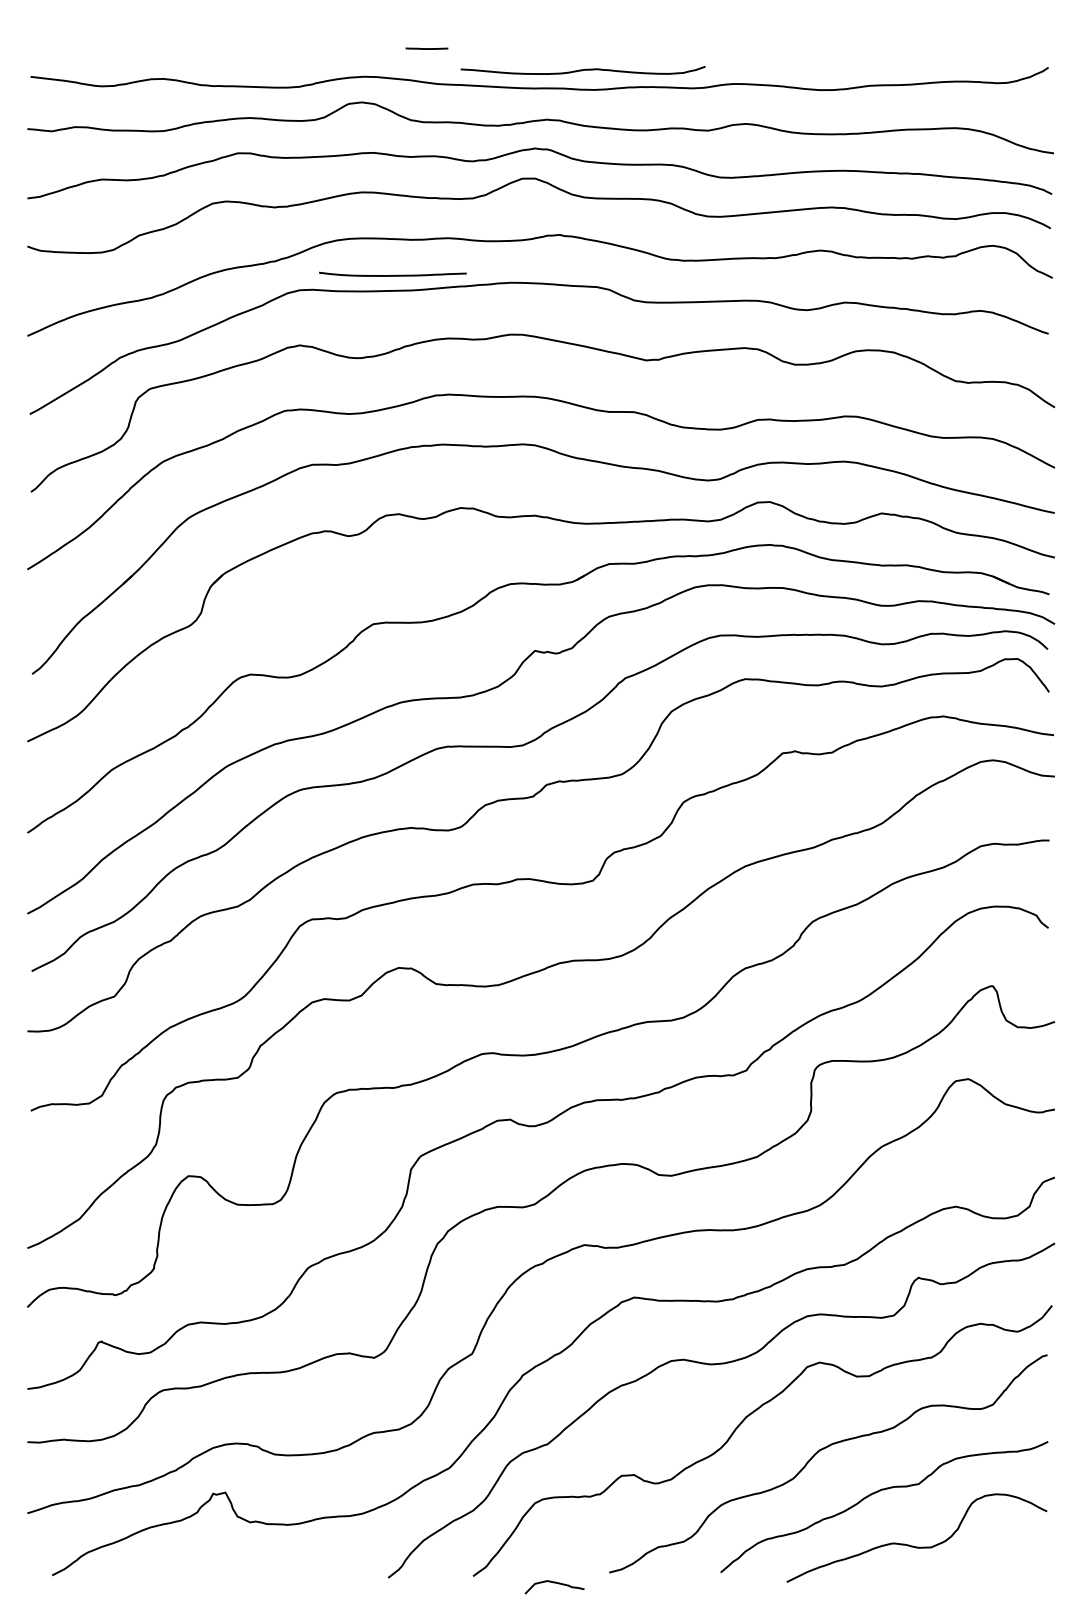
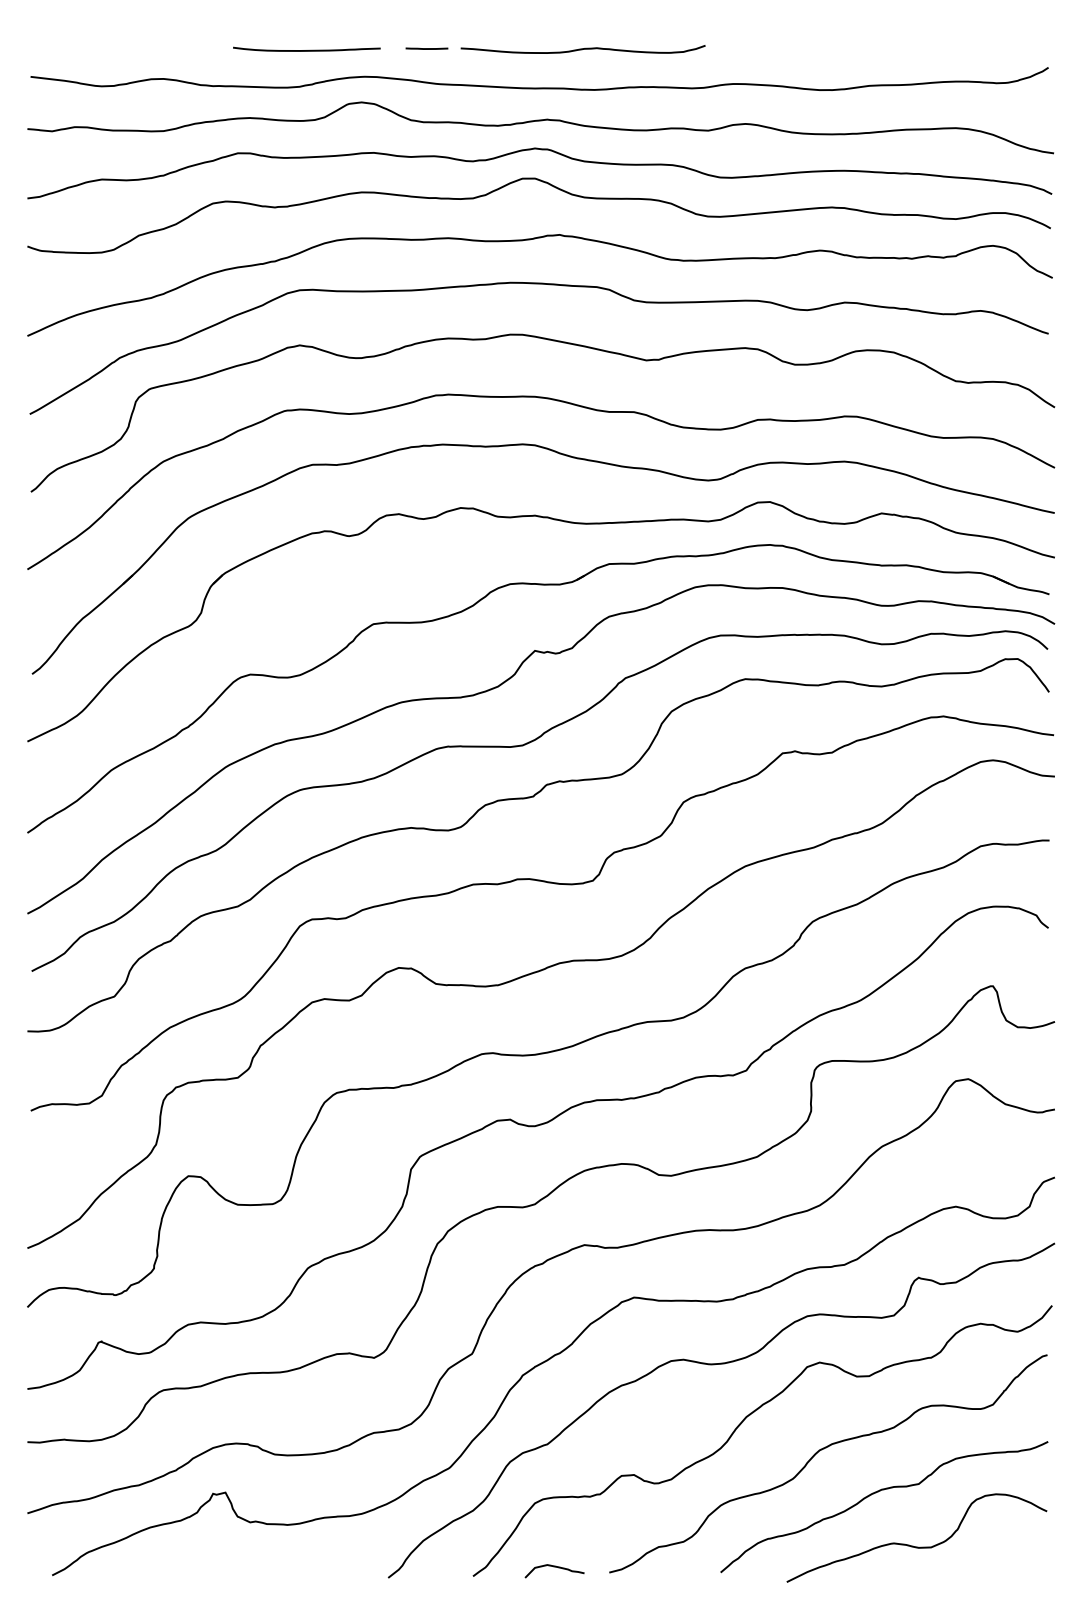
curve at (582, 70) position: (582, 70) -> (582, 49)
curve at (392, 275) position: (392, 275) -> (306, 50)
curve at (554, 1583) position: (554, 1583) -> (554, 1567)
